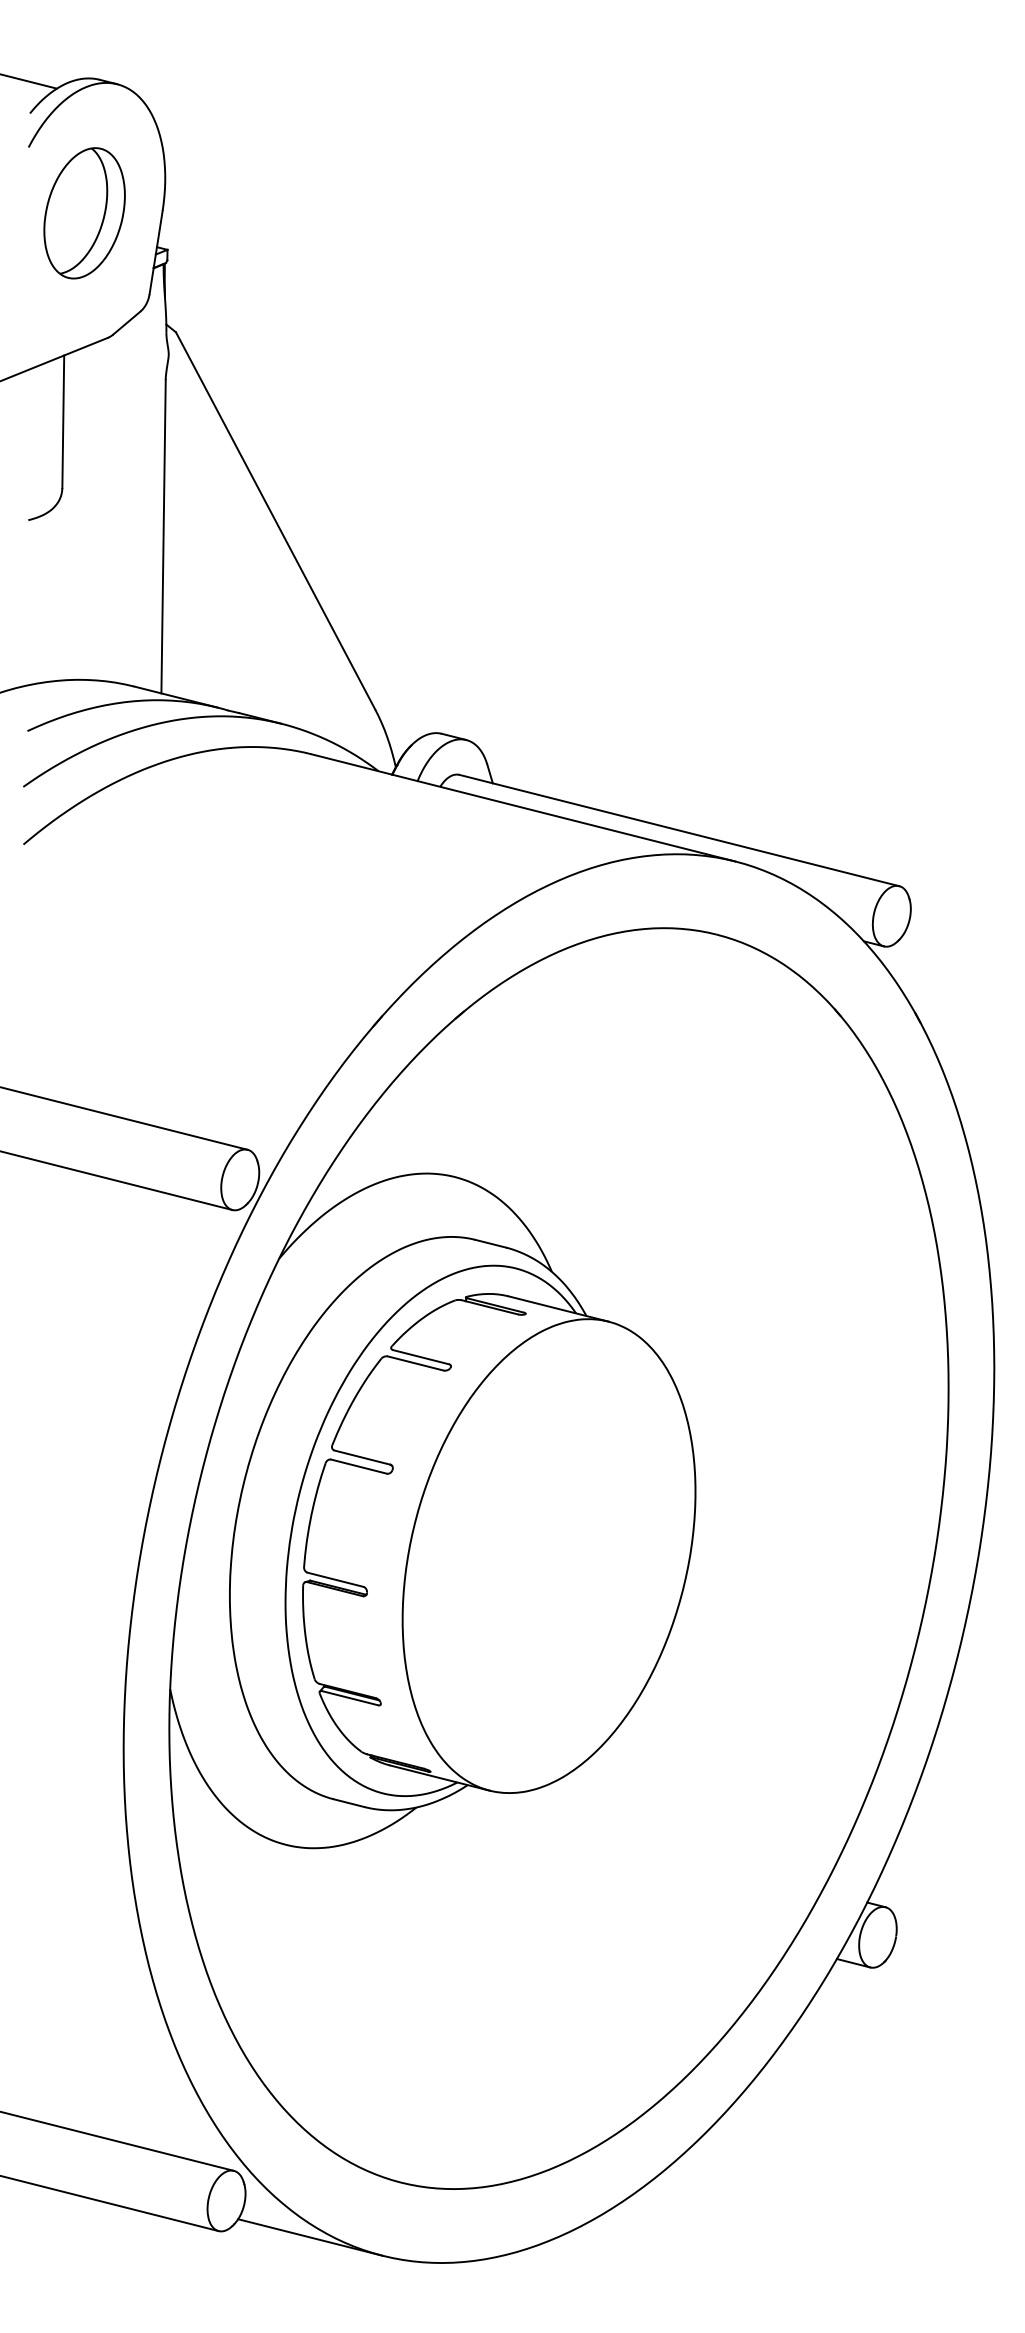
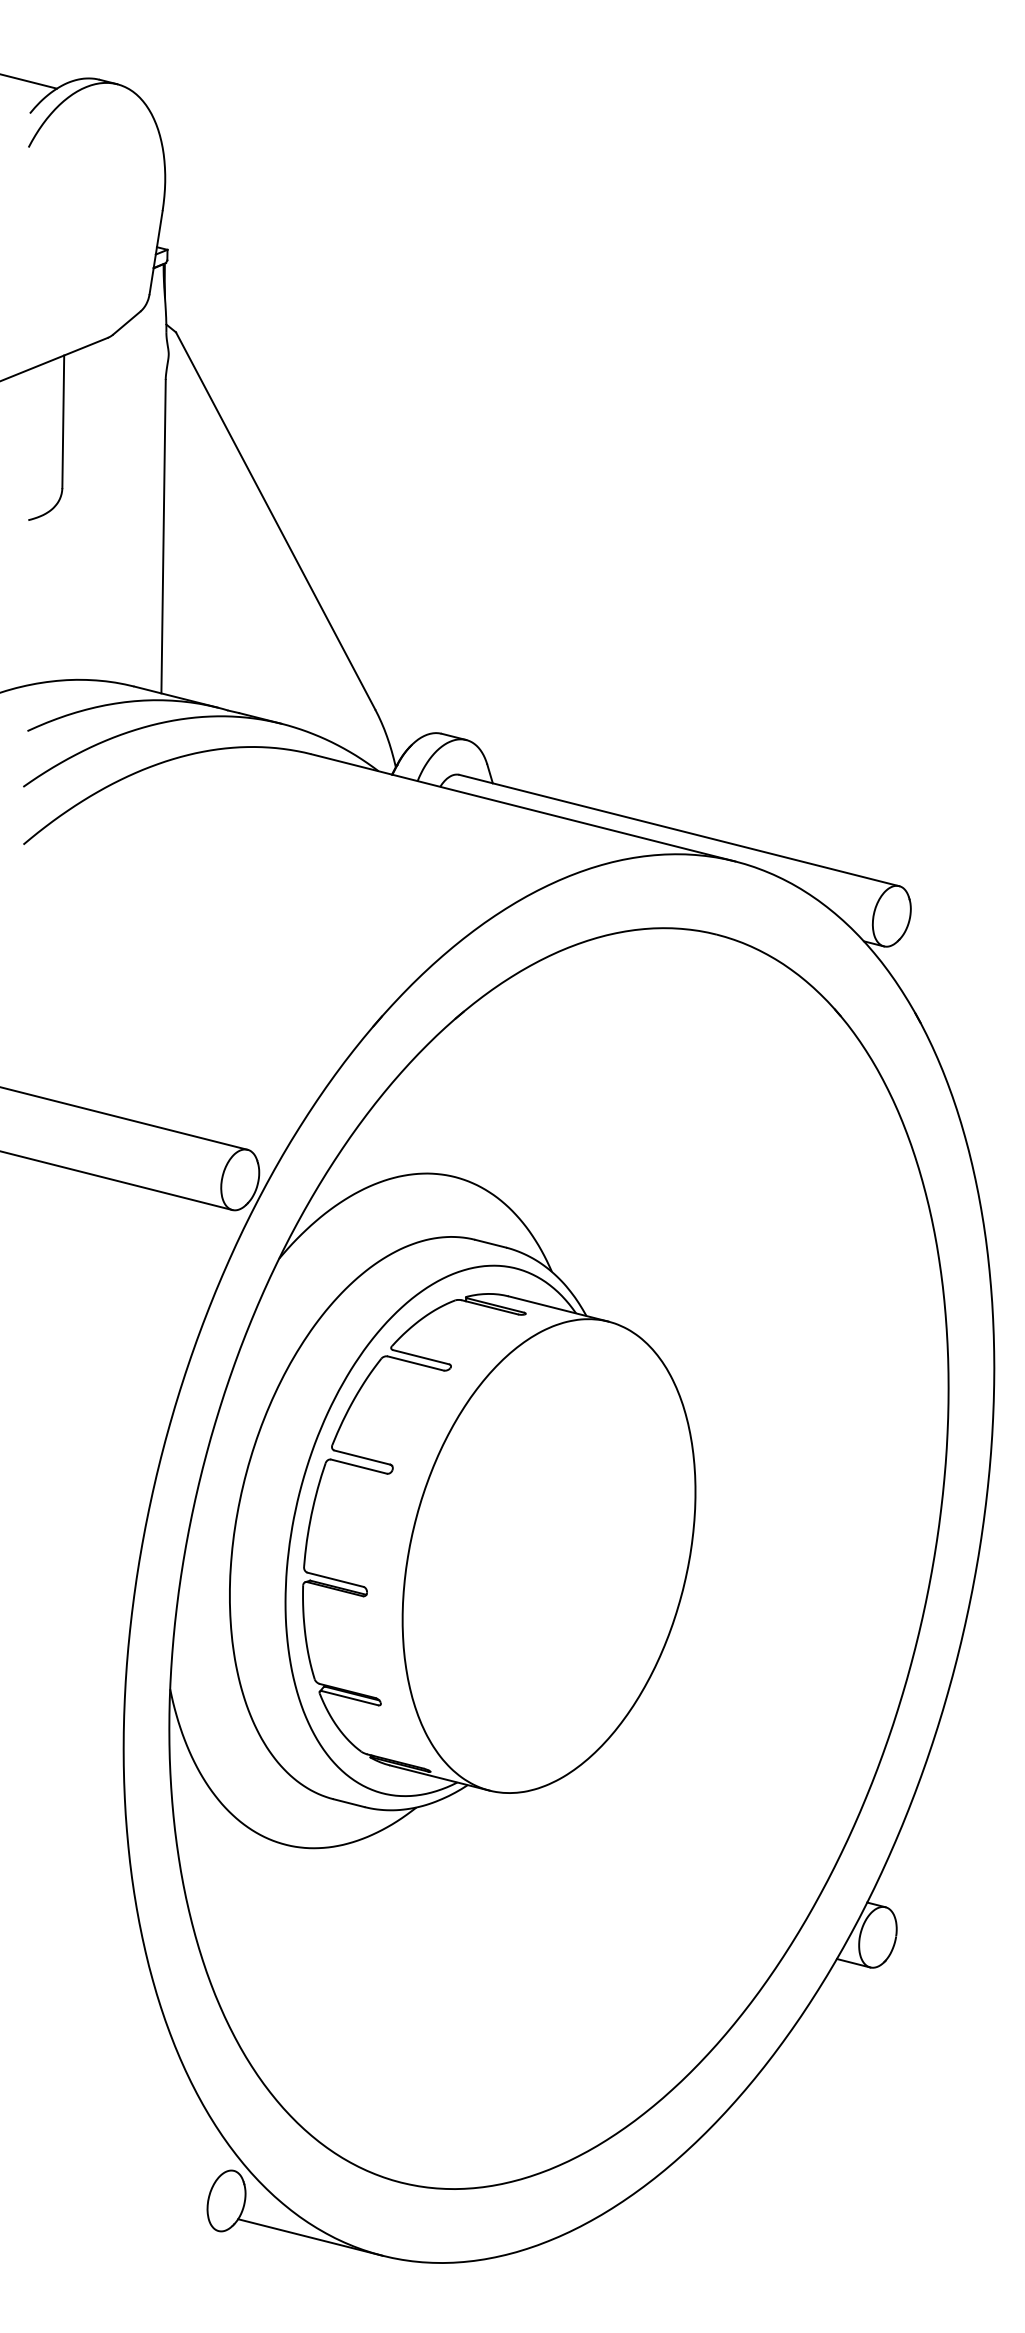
part at (84, 213): present -> none
line at (117, 2141): present -> none
line at (110, 2203): present -> none
